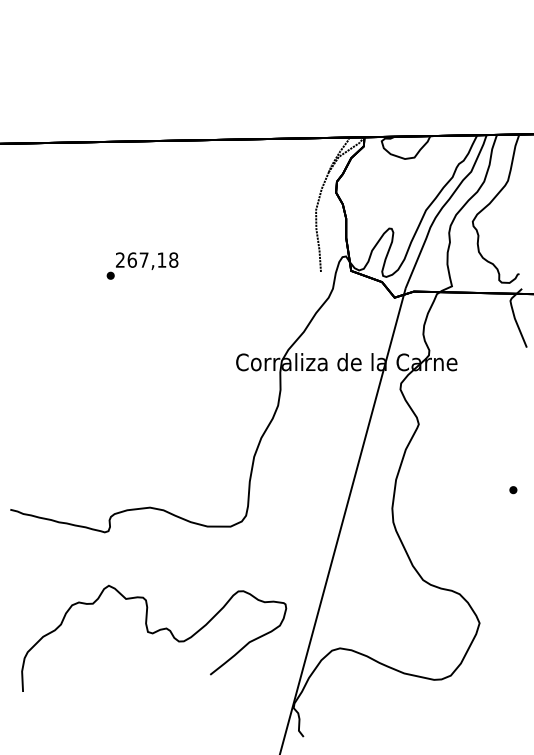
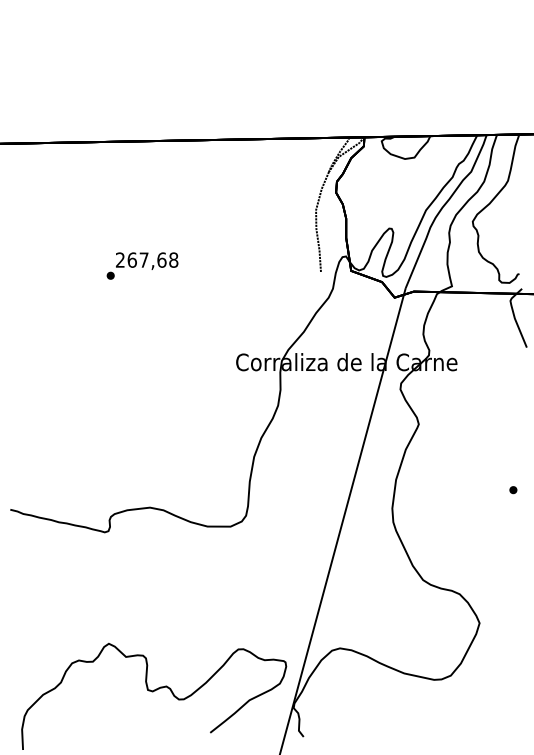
text at (161, 259): 267,18 -> 267,68
part at (154, 637) position: (154, 637) -> (154, 695)
